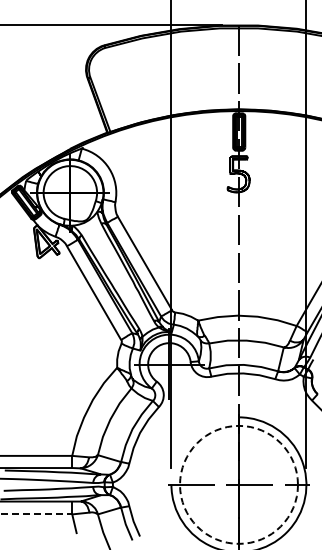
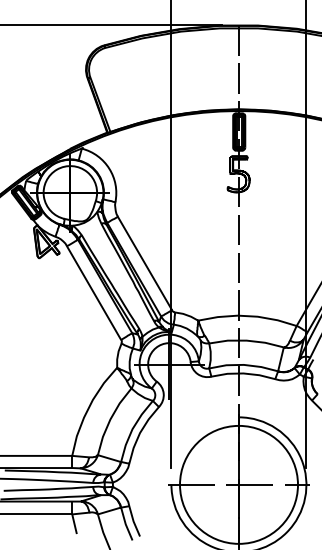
circle at (238, 484): dashed -> solid
line at (36, 514): dashed -> solid
